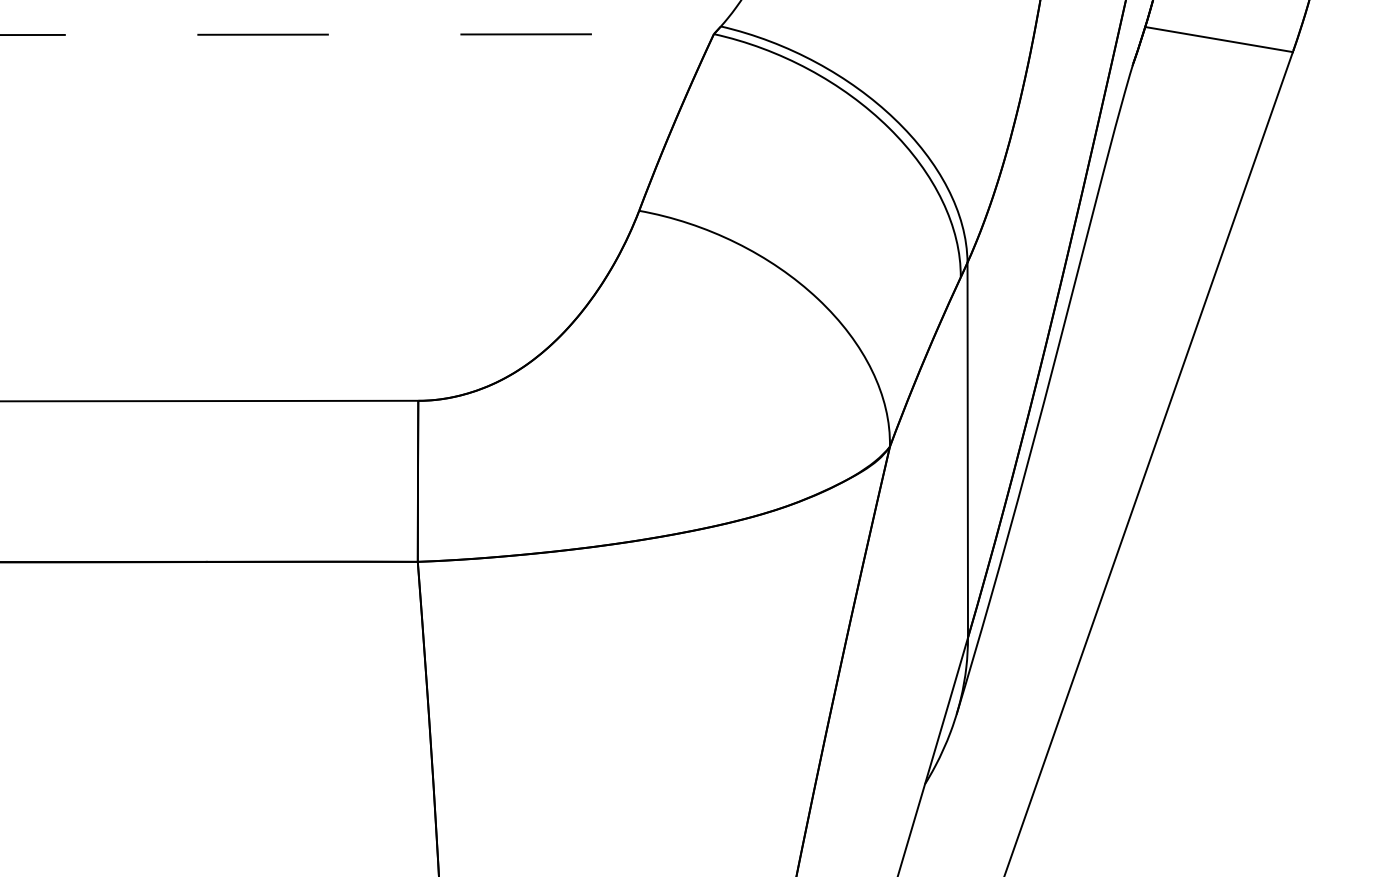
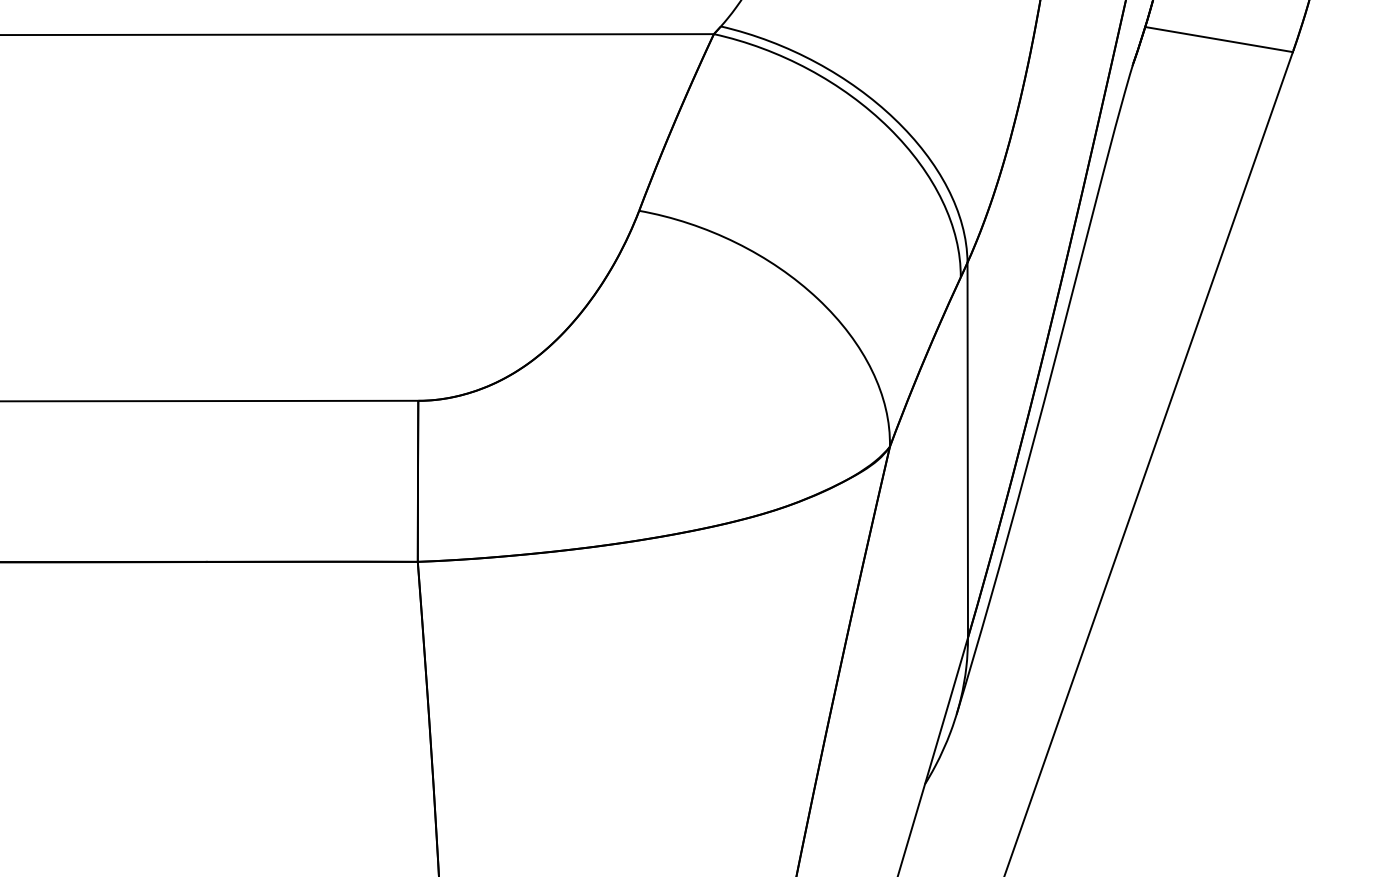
line at (356, 34): dashed -> solid
